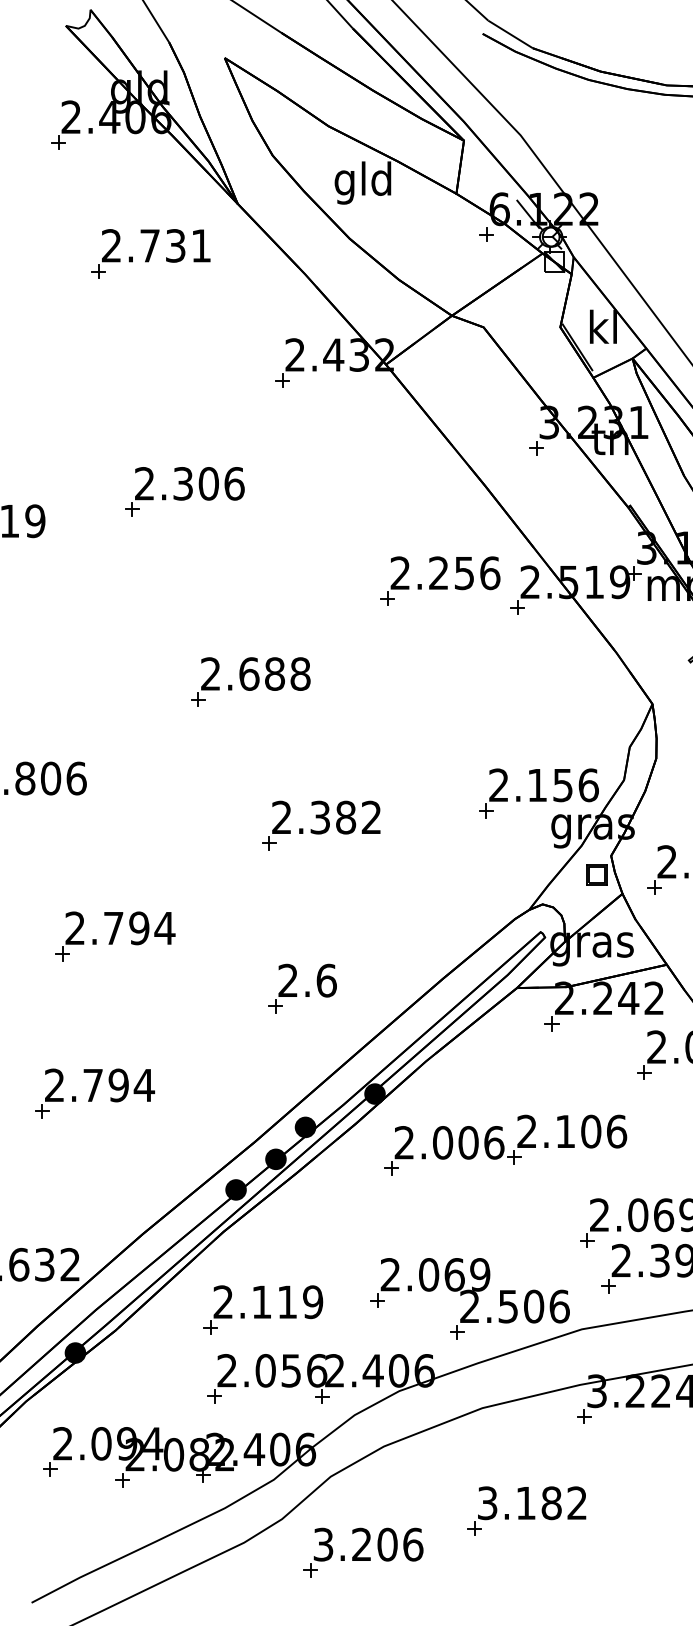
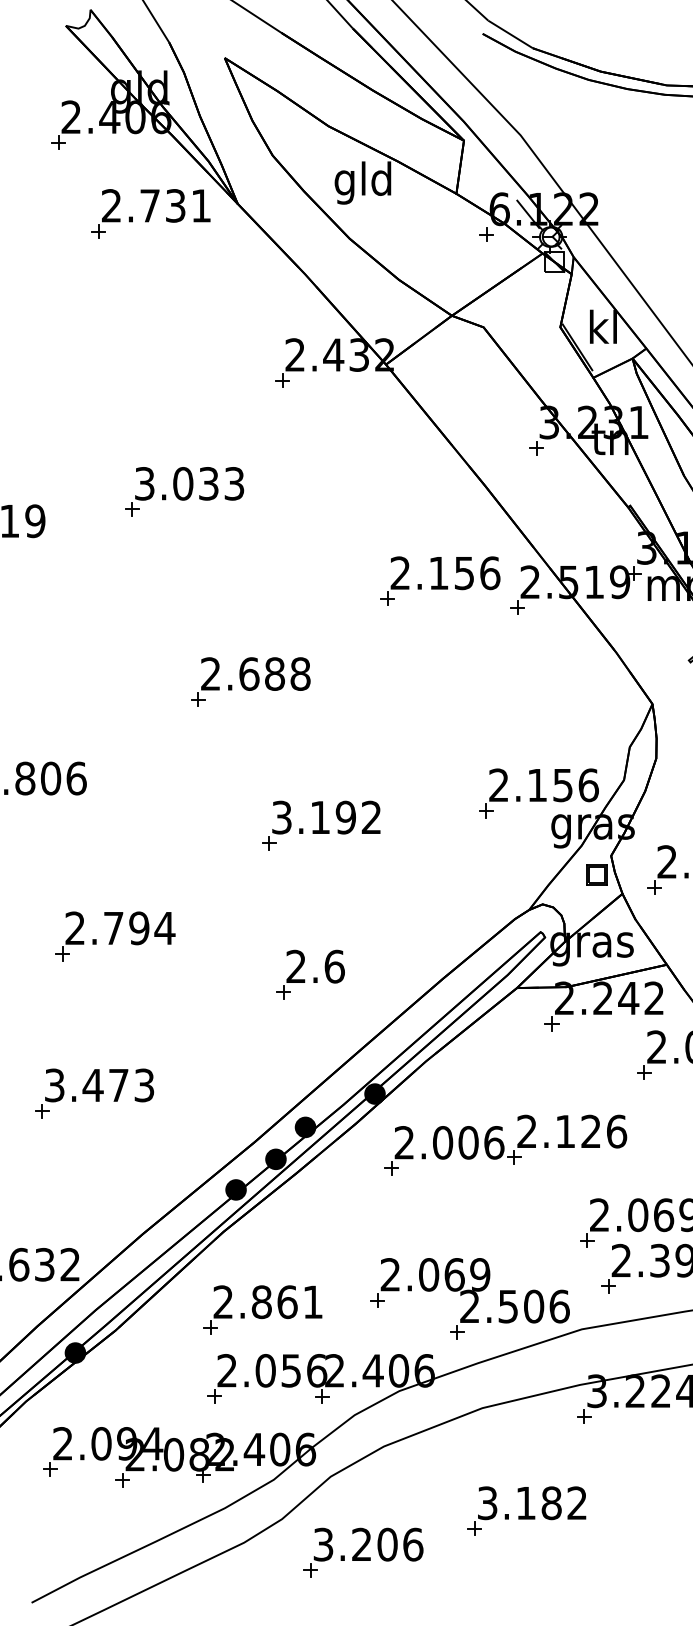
part at (150, 253) position: (150, 253) -> (150, 213)
text at (189, 483): 2.306 -> 3.033
text at (438, 572): 2.256 -> 2.156
text at (314, 817): 2.382 -> 3.192
part at (302, 988) position: (302, 988) -> (310, 974)
text at (100, 1085): 2.794 -> 3.473
text at (591, 1131): 2.106 -> 2.126
text at (287, 1302): 2.119 -> 2.861
